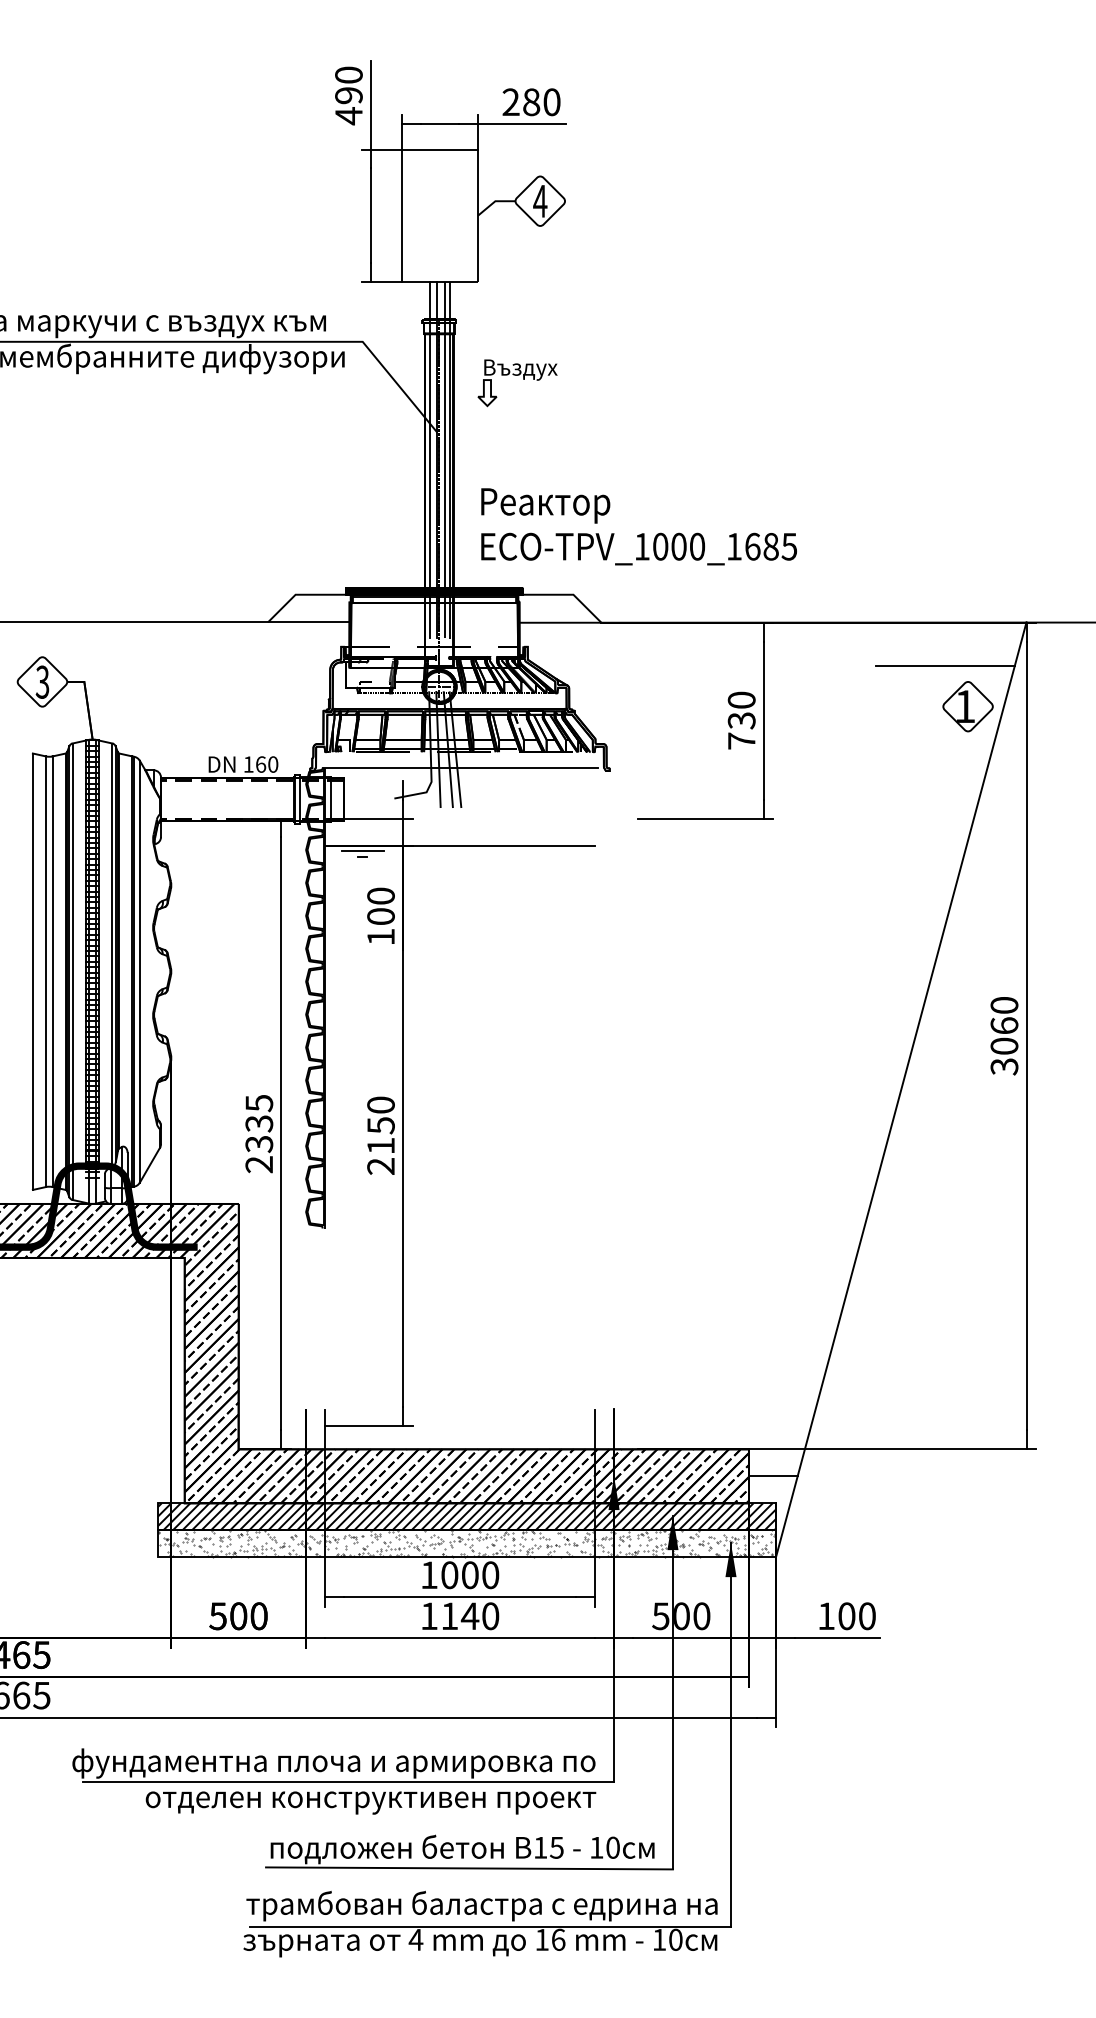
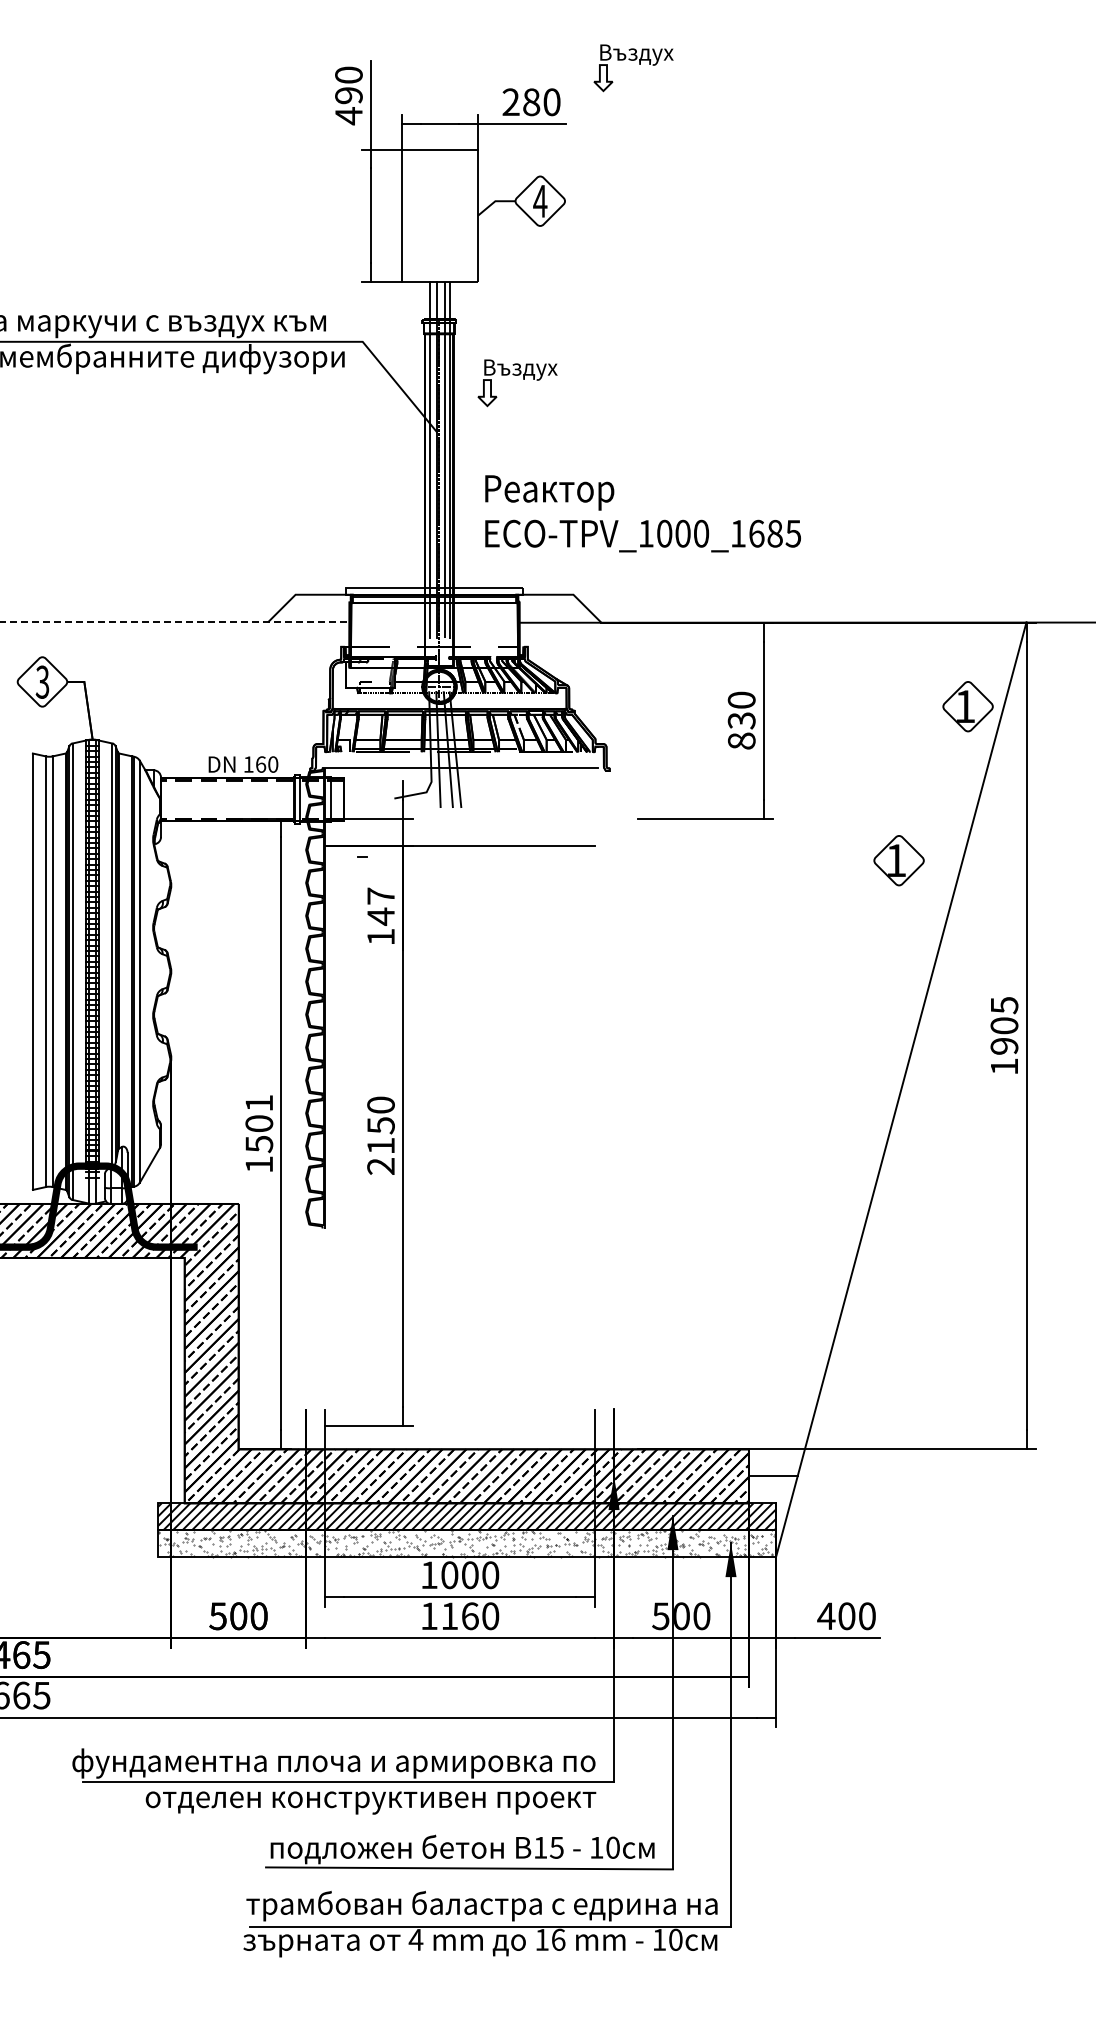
part at (639, 64): none -> present
text at (638, 526) position: (638, 526) -> (642, 513)
hatch at (434, 590): present -> none
line at (175, 622): solid -> dashed
line at (945, 666): present -> none
text at (741, 740): 730 -> 830
line at (362, 851): present -> none
part at (898, 860): none -> present
text at (380, 906): 100 -> 147
text at (1004, 1036): 3060 -> 1905
text at (259, 1134): 2335 -> 1501
text at (826, 1615): 100 -> 400
text at (469, 1616): 1140 -> 1160
